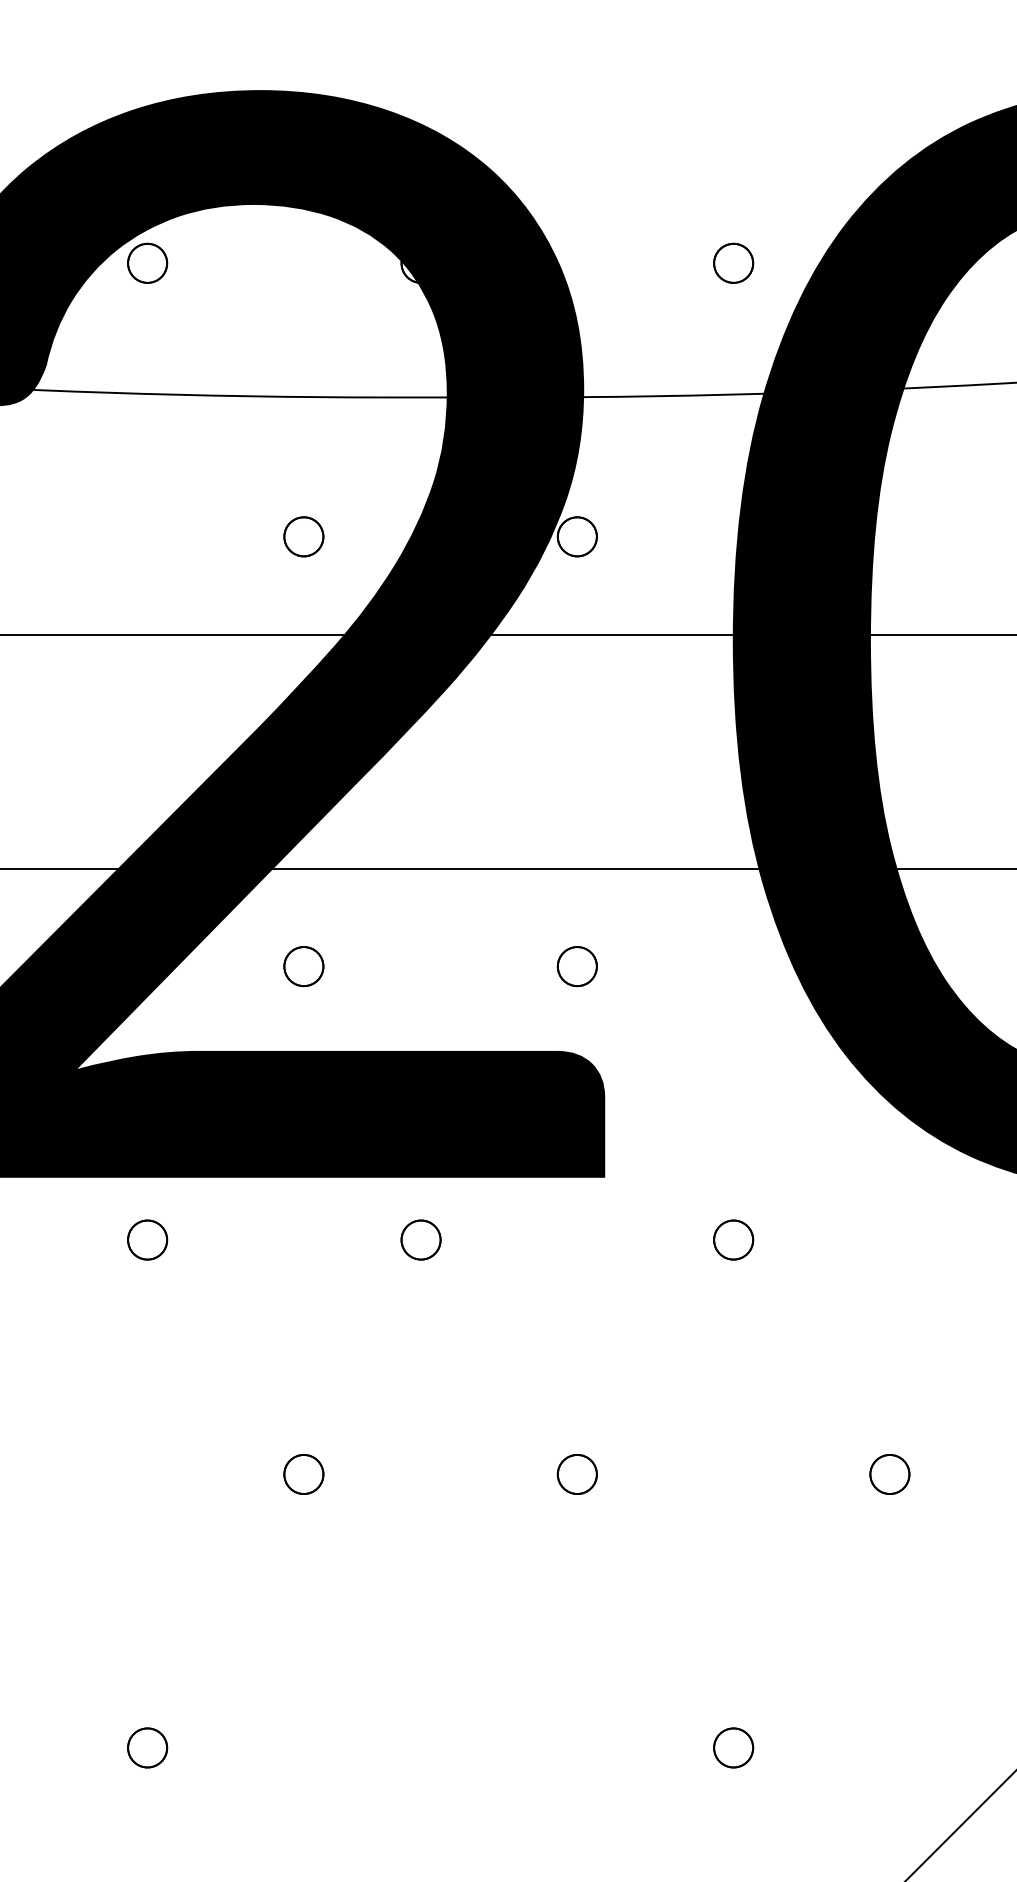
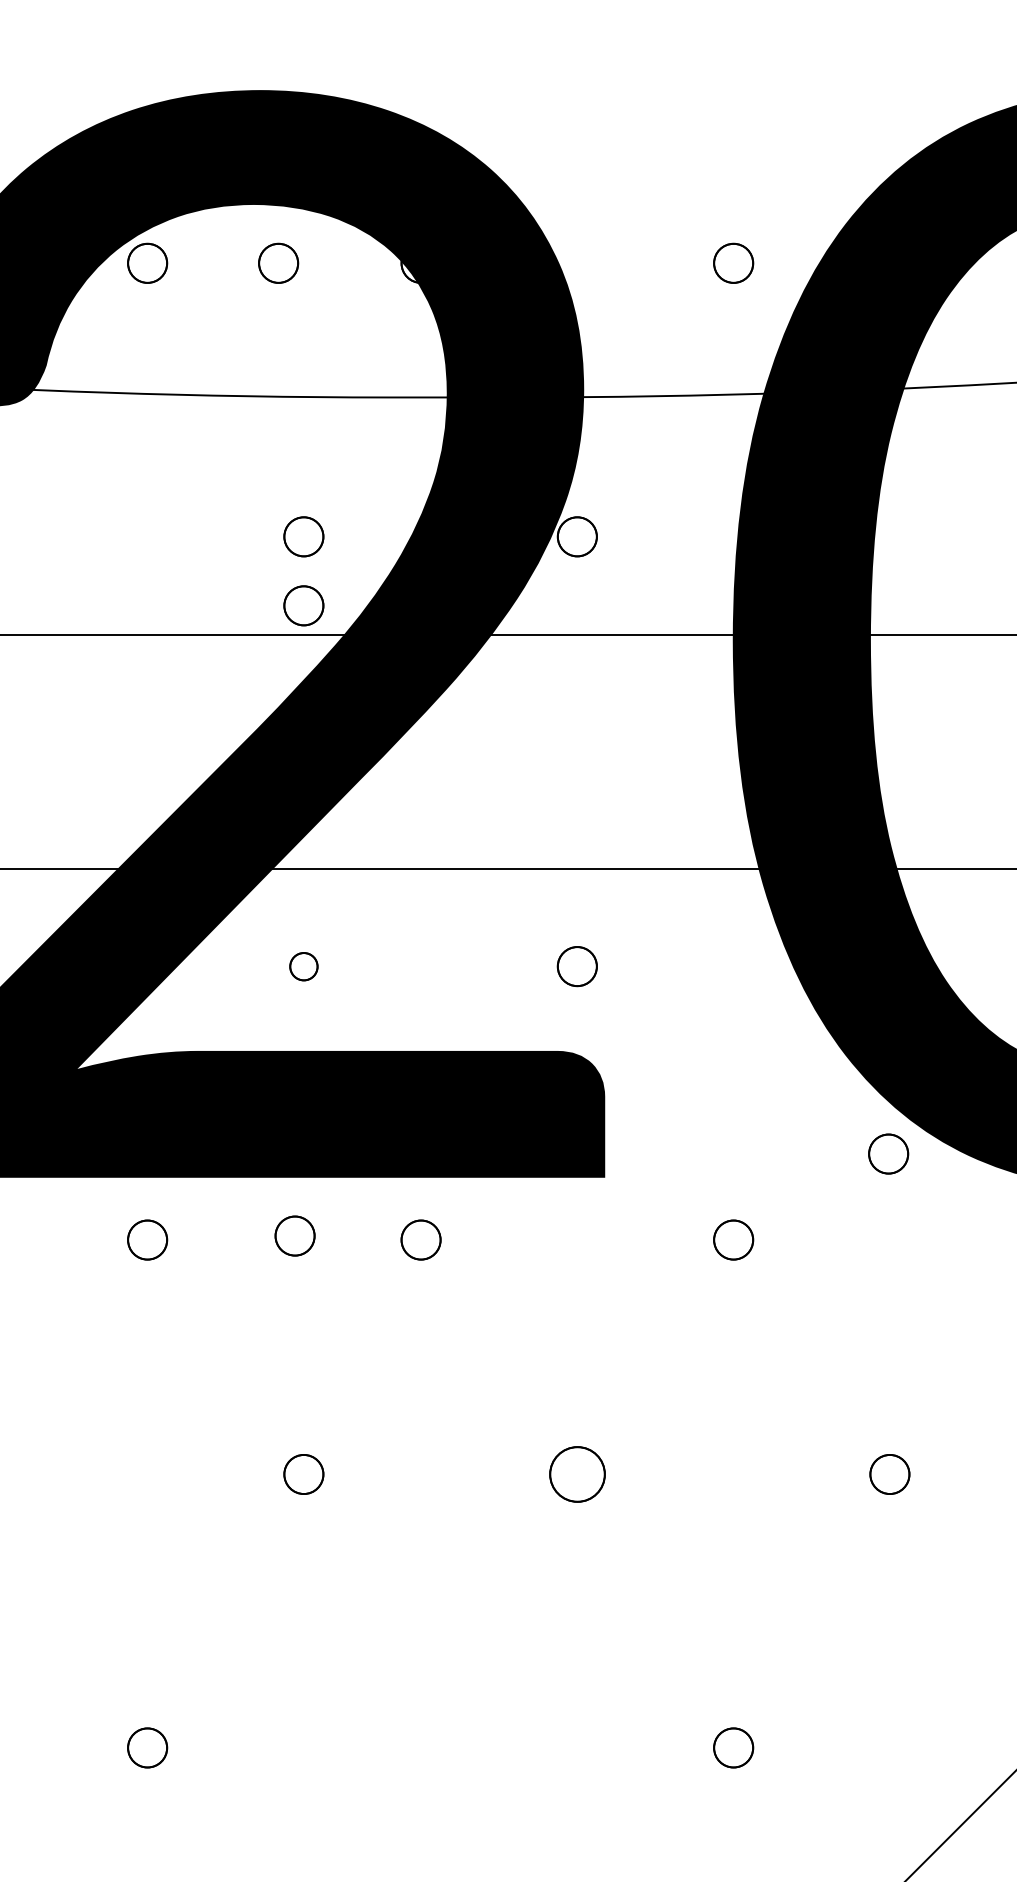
part at (278, 262): none -> present
part at (303, 605): none -> present
part at (303, 966) size: 42x42 px -> 30x30 px
part at (888, 1153): none -> present
part at (294, 1235): none -> present
part at (576, 1474) size: 42x41 px -> 57x57 px
